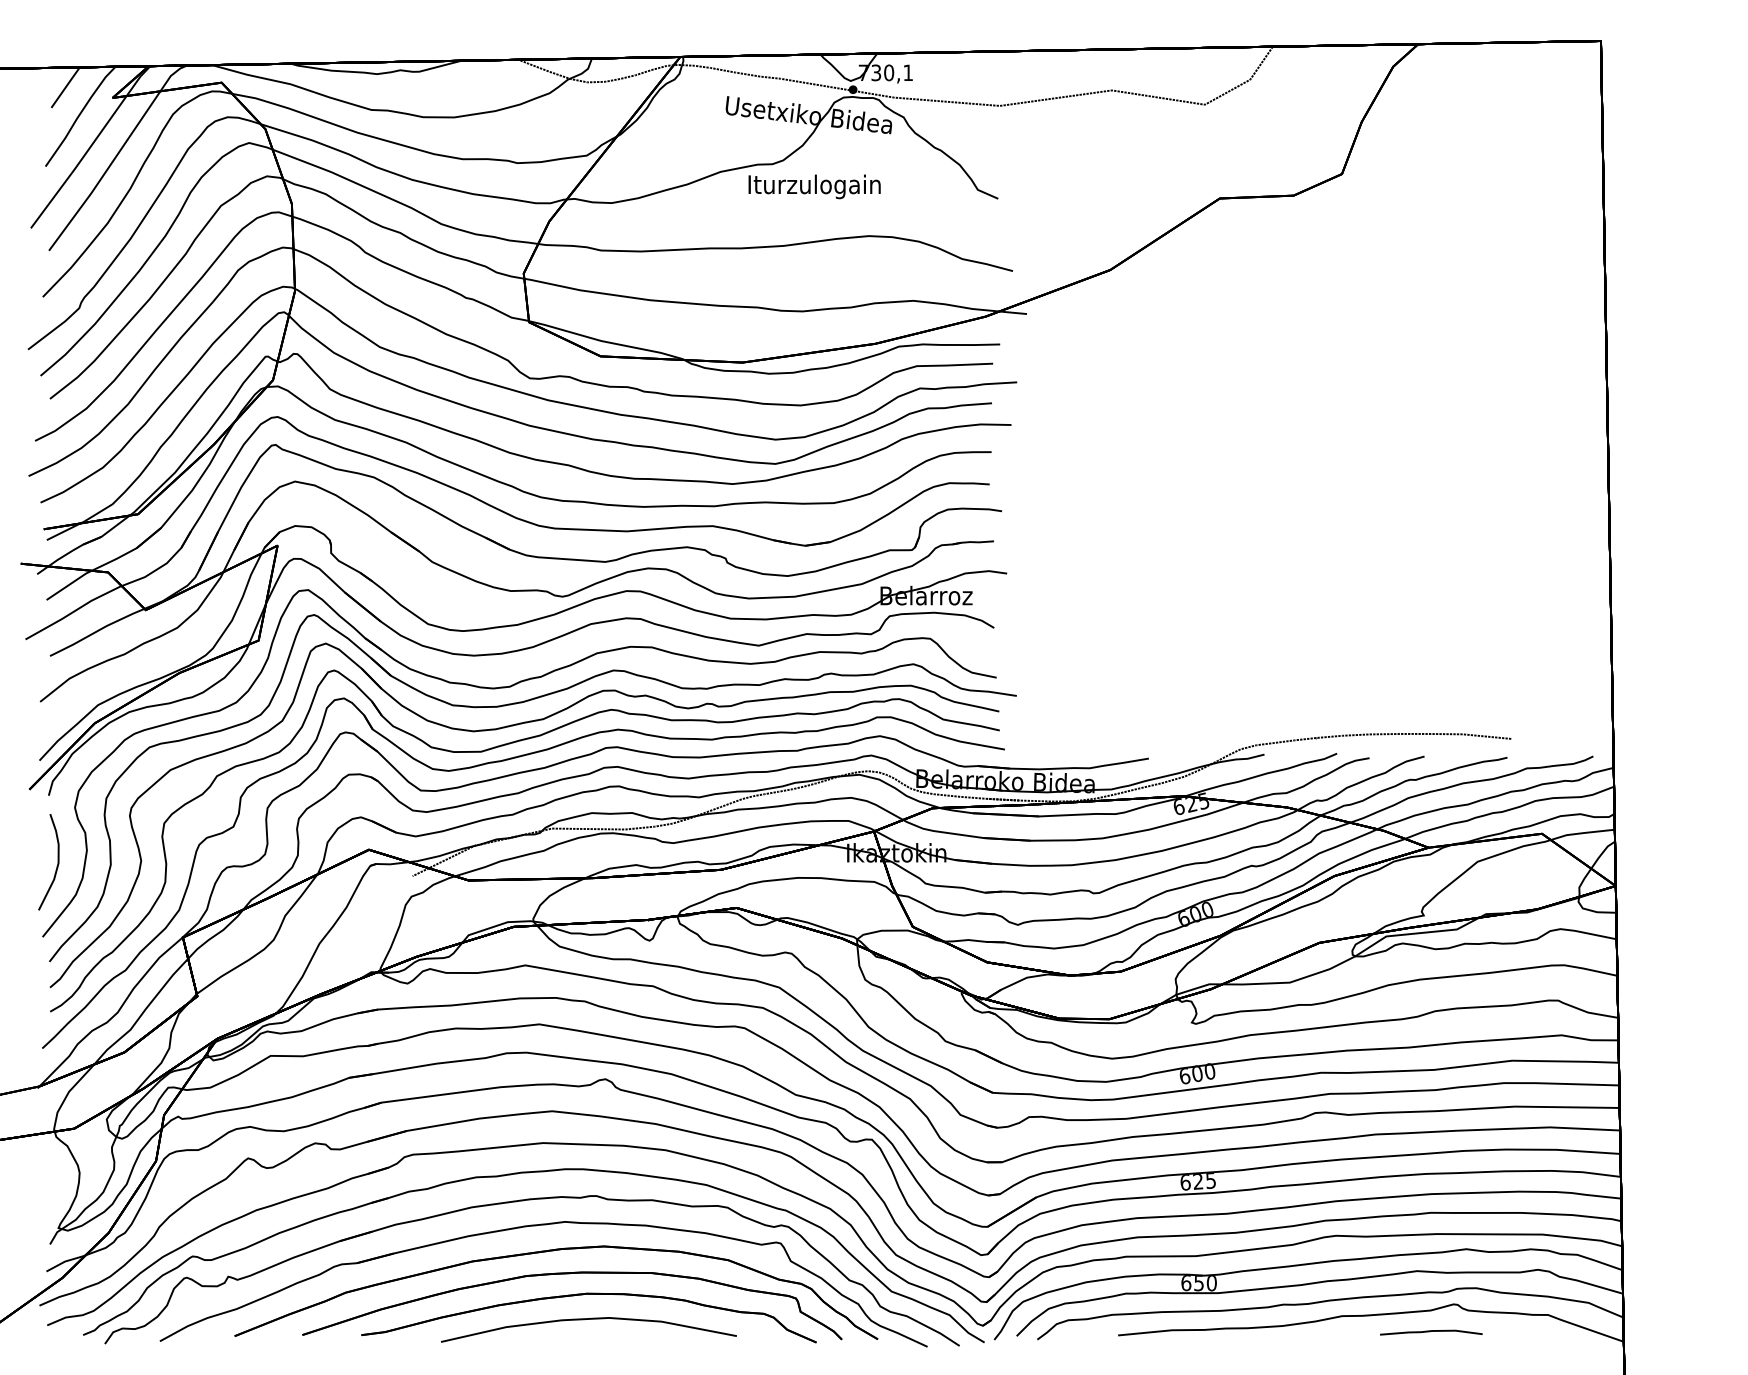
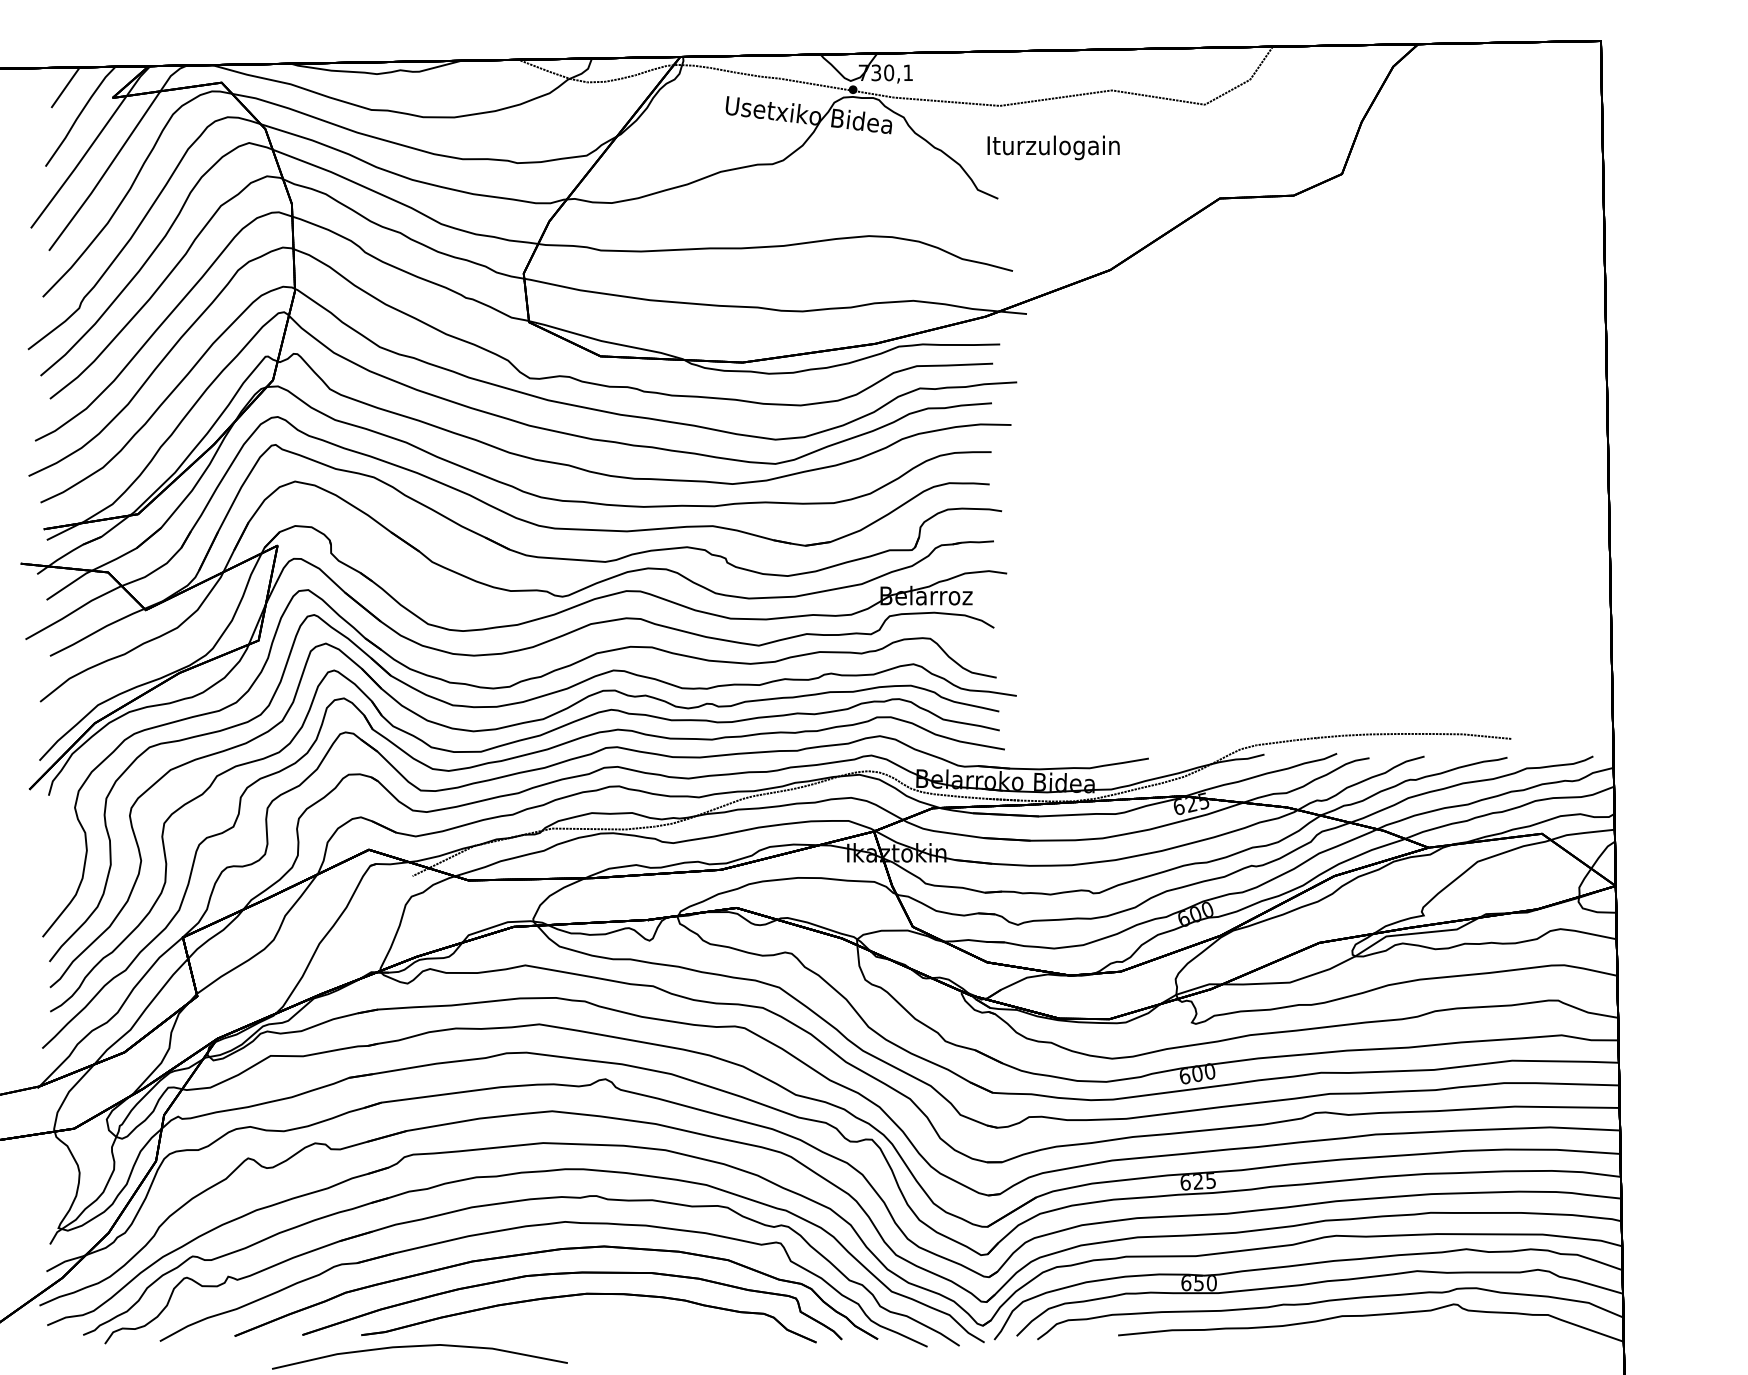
text at (814, 186) position: (814, 186) -> (1053, 147)
curve at (56, 866): present -> none
curve at (584, 1320) position: (584, 1320) -> (415, 1347)
curve at (1431, 1331): present -> none
